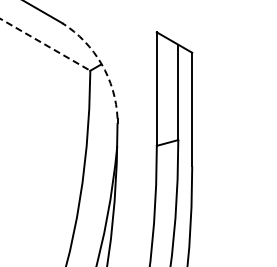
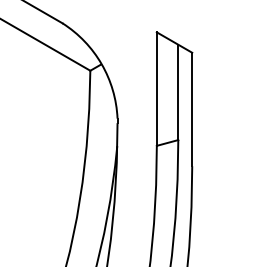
line at (45, 44): dashed -> solid
arc at (101, 64): dashed -> solid
